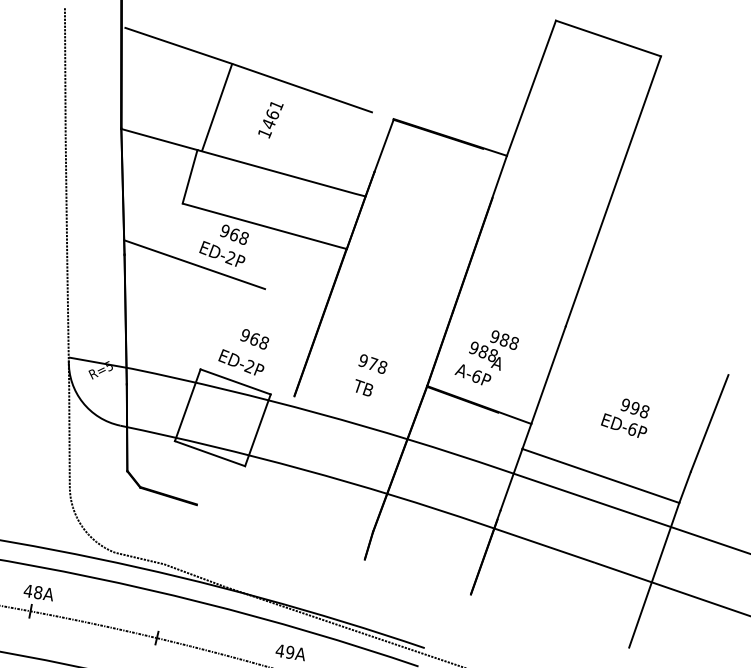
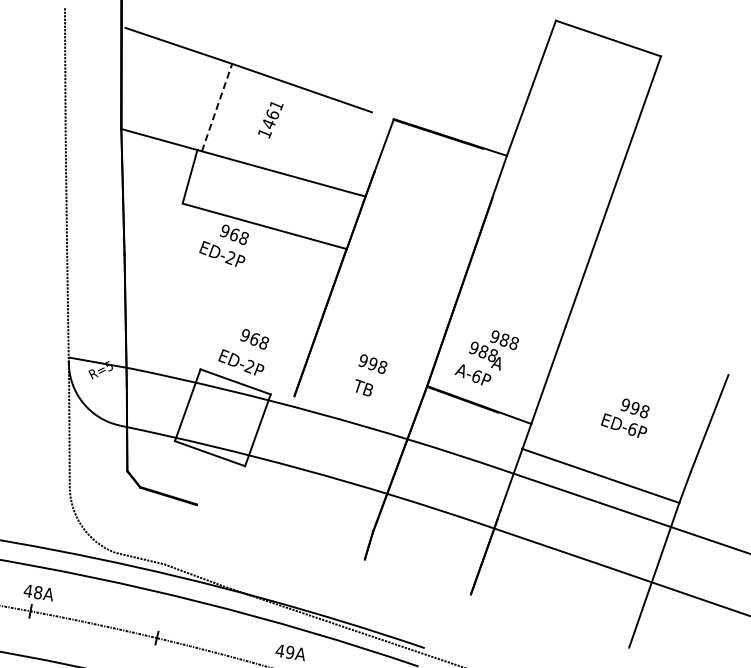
line at (217, 107): solid -> dashed
line at (194, 264): present -> none
text at (373, 363): 978 -> 998
